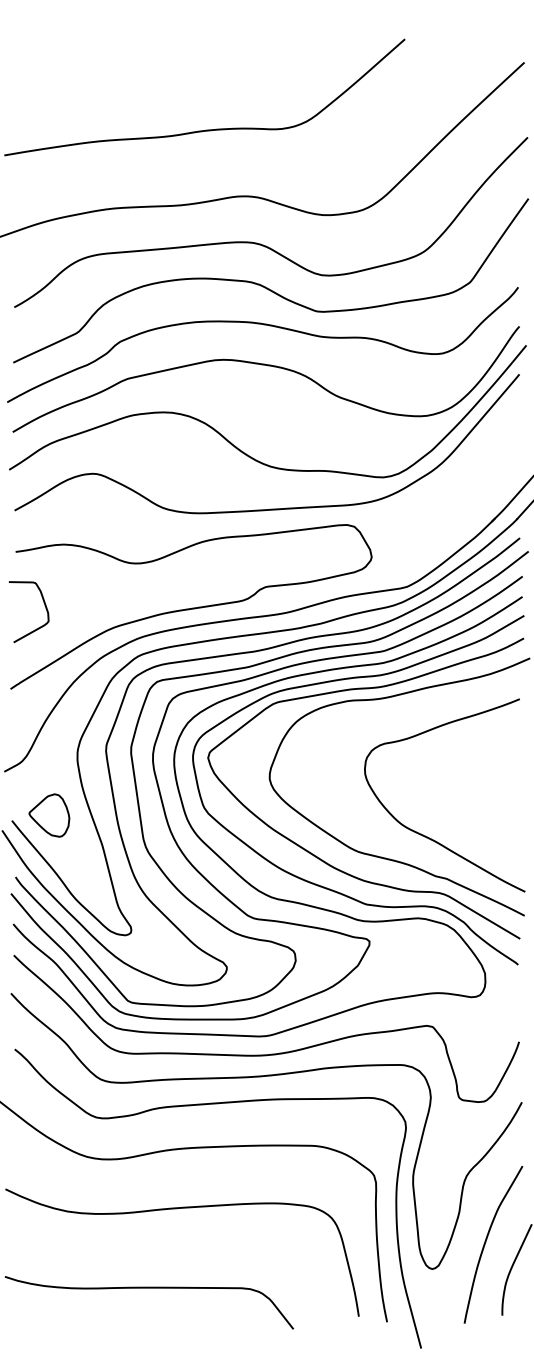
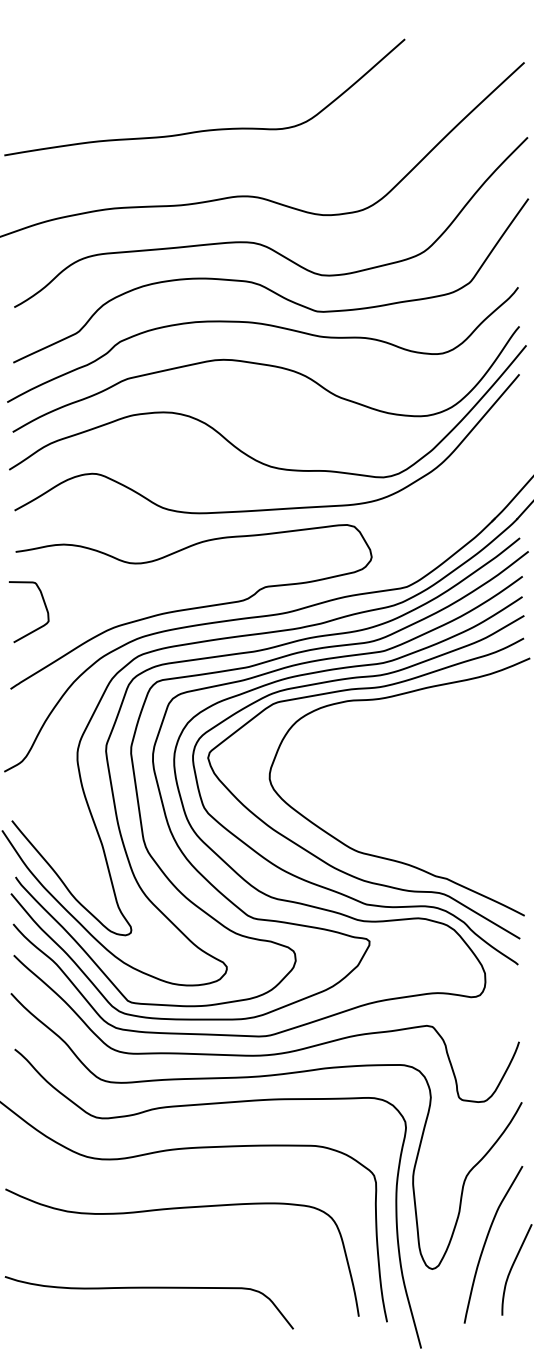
part at (49, 815): present -> none
curve at (425, 835): present -> none
